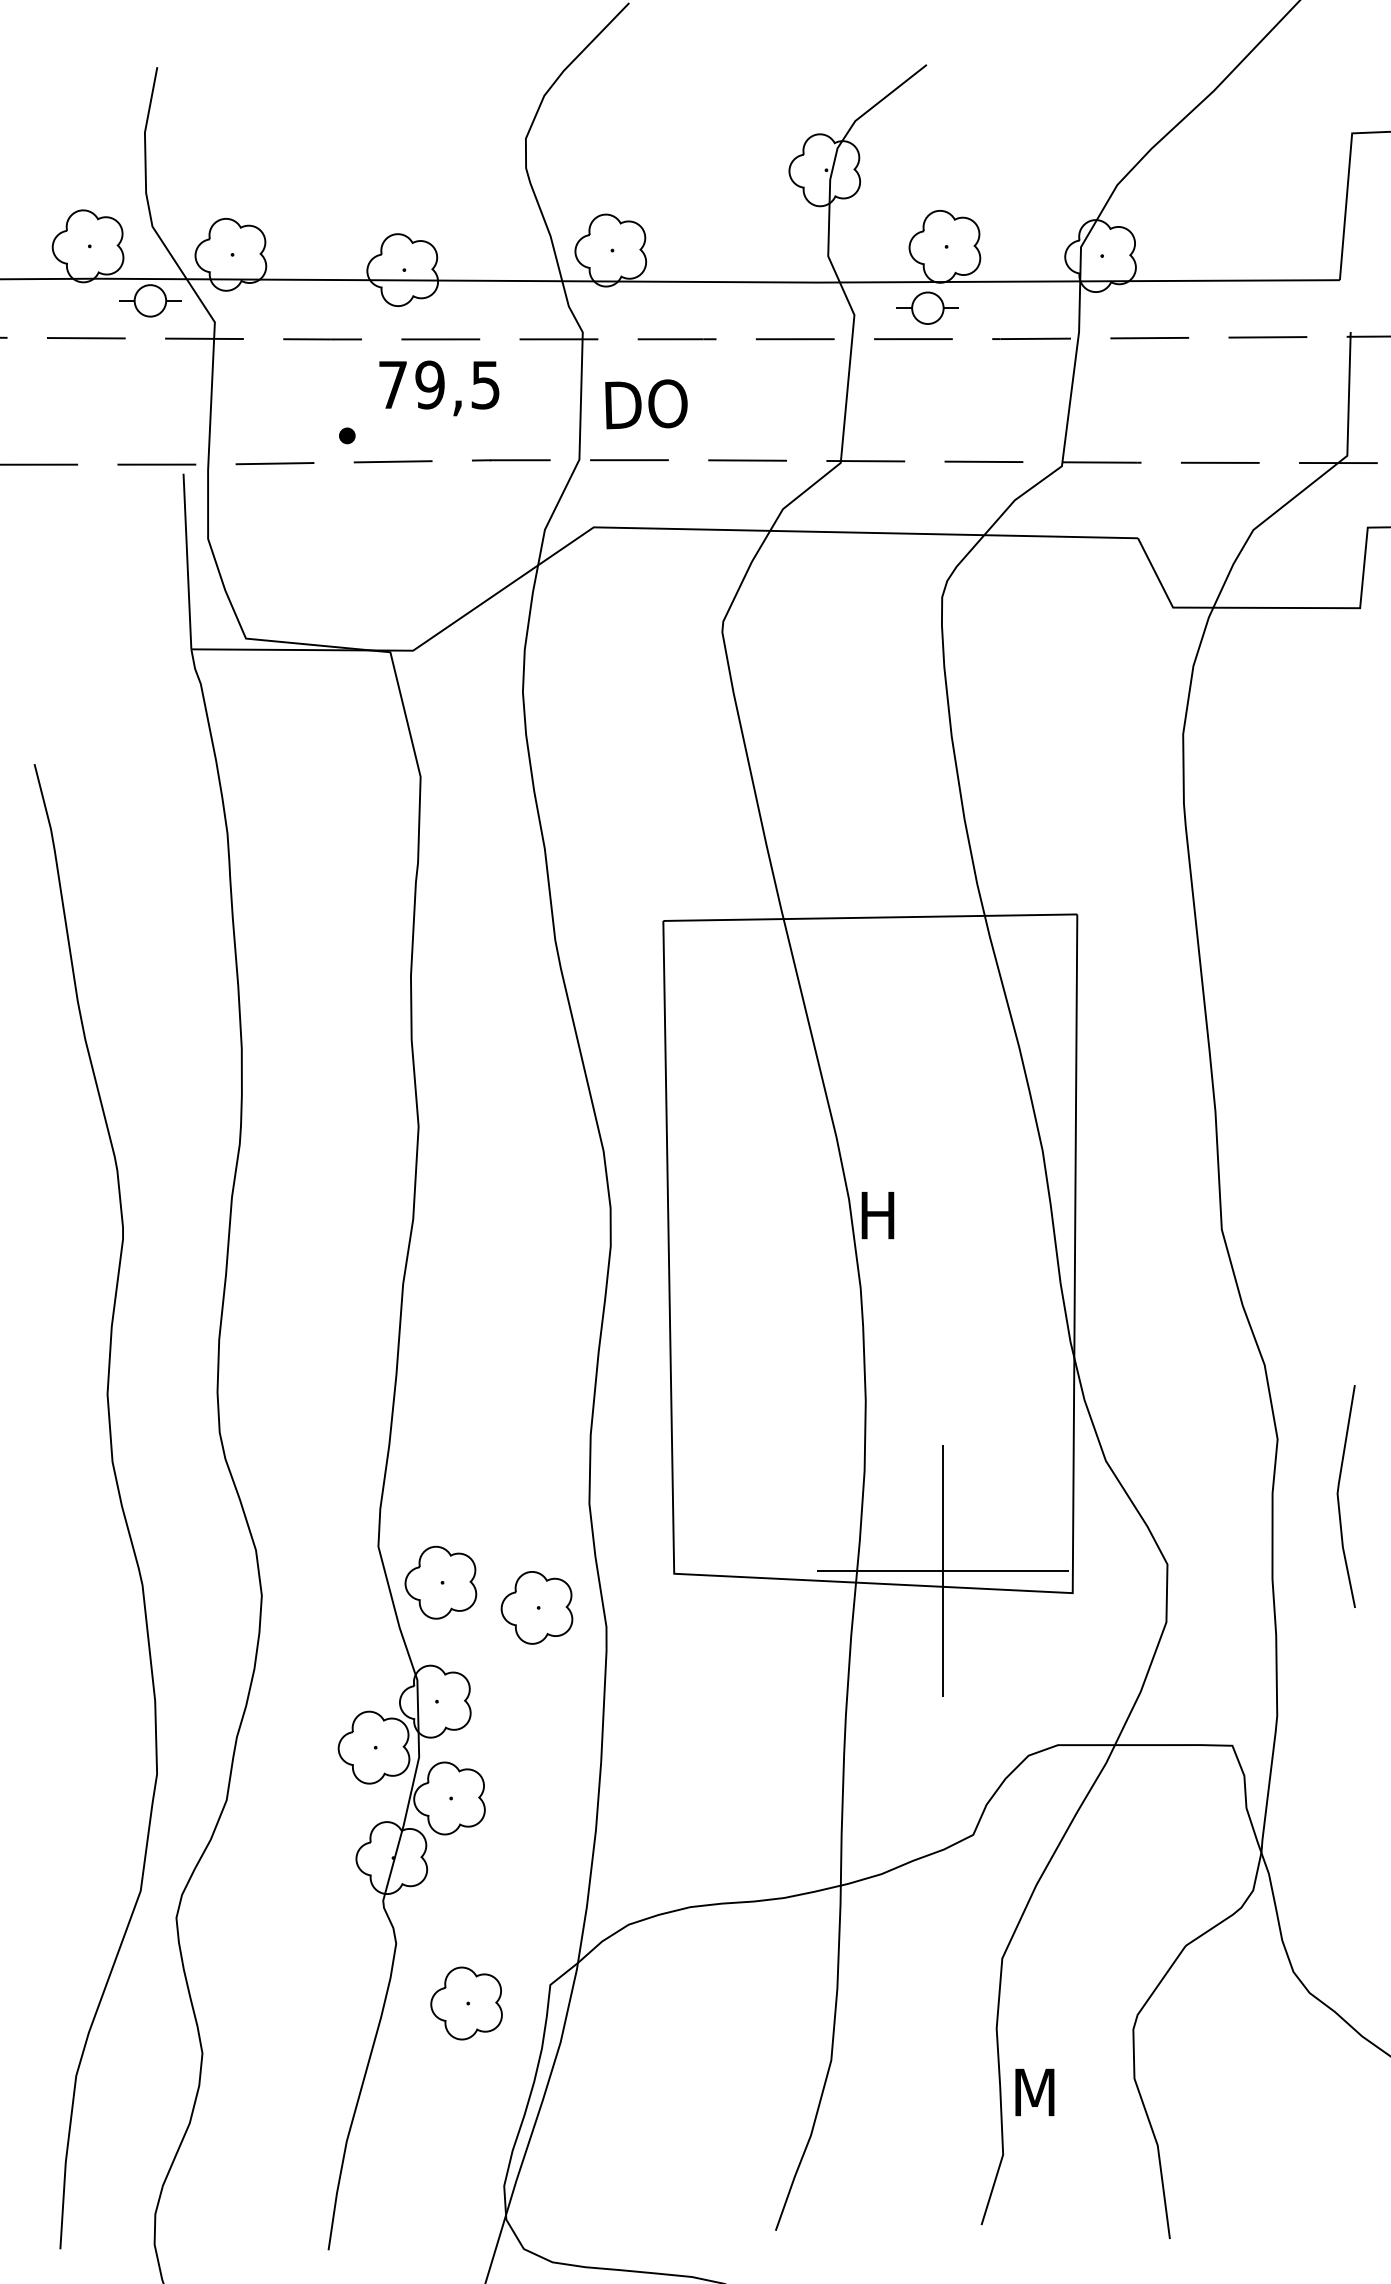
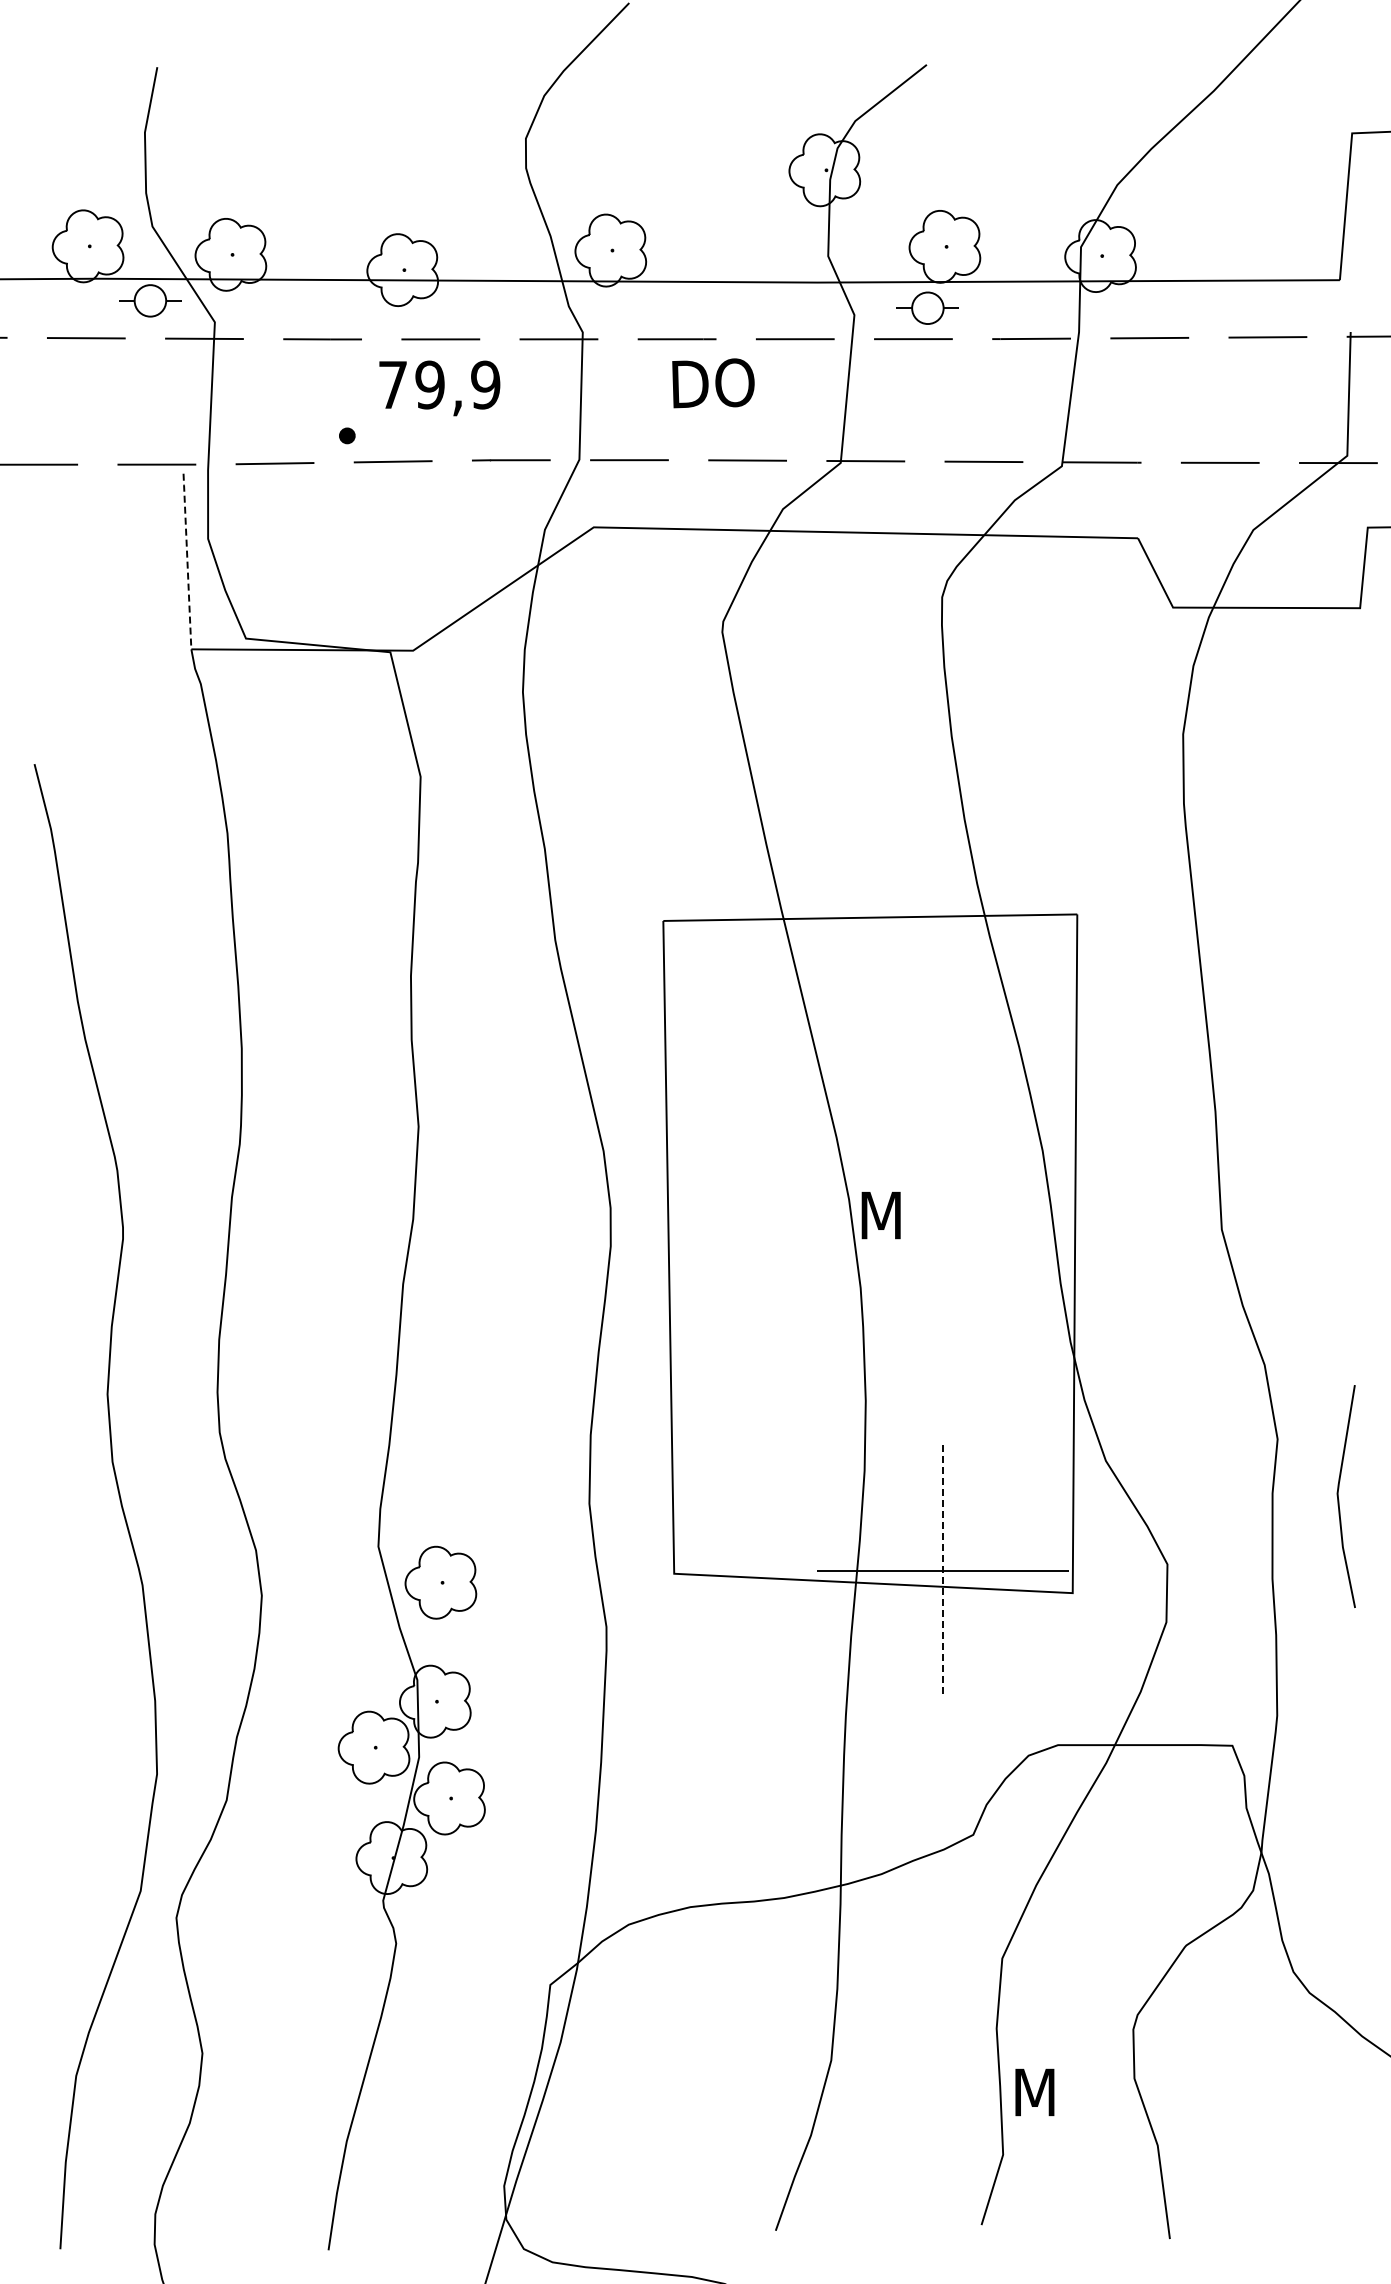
text at (485, 384): 79,5 -> 79,9
text at (646, 404) position: (646, 404) -> (713, 383)
line at (187, 560): solid -> dashed
text at (883, 1215): H -> M
line at (943, 1571): solid -> dashed
part at (536, 1607): present -> none
part at (466, 2003): present -> none
